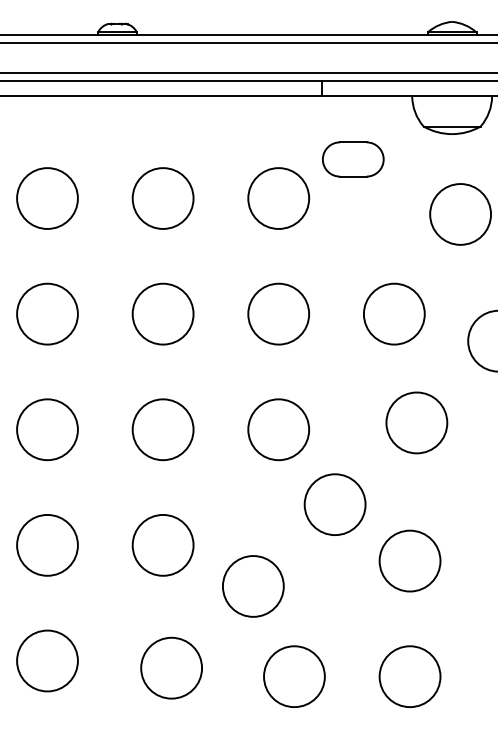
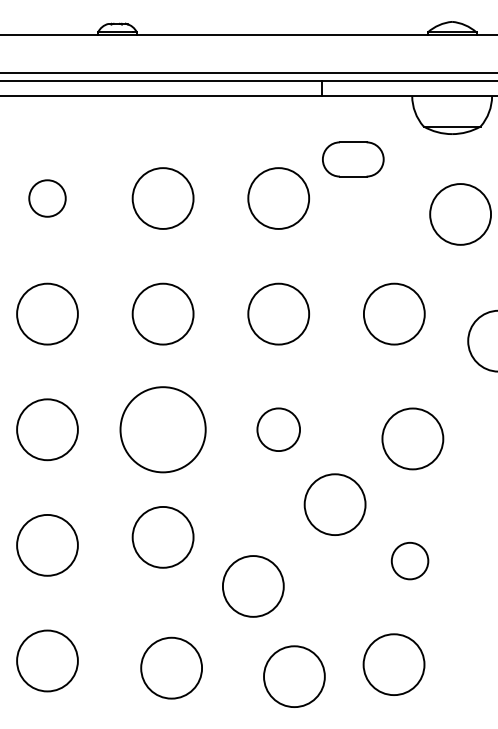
line at (248, 42): present -> none
circle at (47, 198) diameter: 61 px -> 37 px
circle at (416, 422) position: (416, 422) -> (412, 438)
circle at (162, 429) diameter: 61 px -> 85 px
circle at (278, 429) diameter: 61 px -> 43 px
circle at (162, 545) position: (162, 545) -> (162, 537)
circle at (409, 560) diameter: 61 px -> 37 px
circle at (409, 676) position: (409, 676) -> (393, 664)
